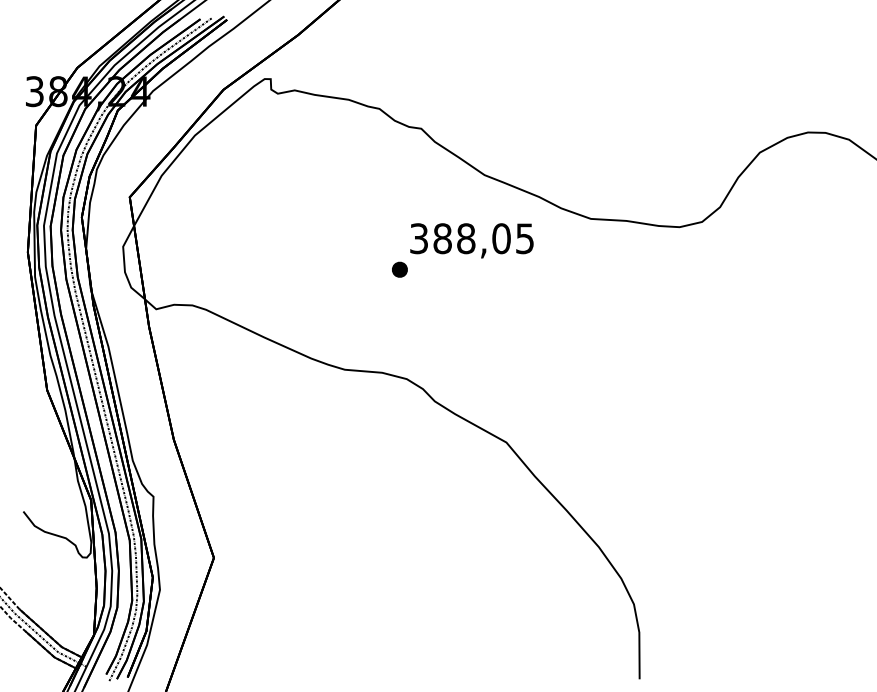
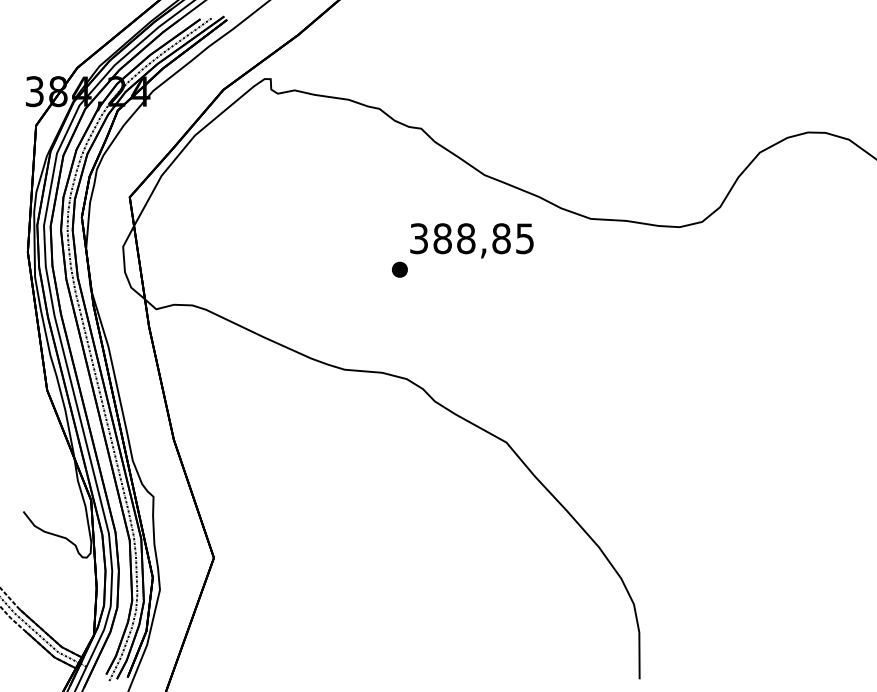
text at (501, 238): 388,05 -> 388,85
